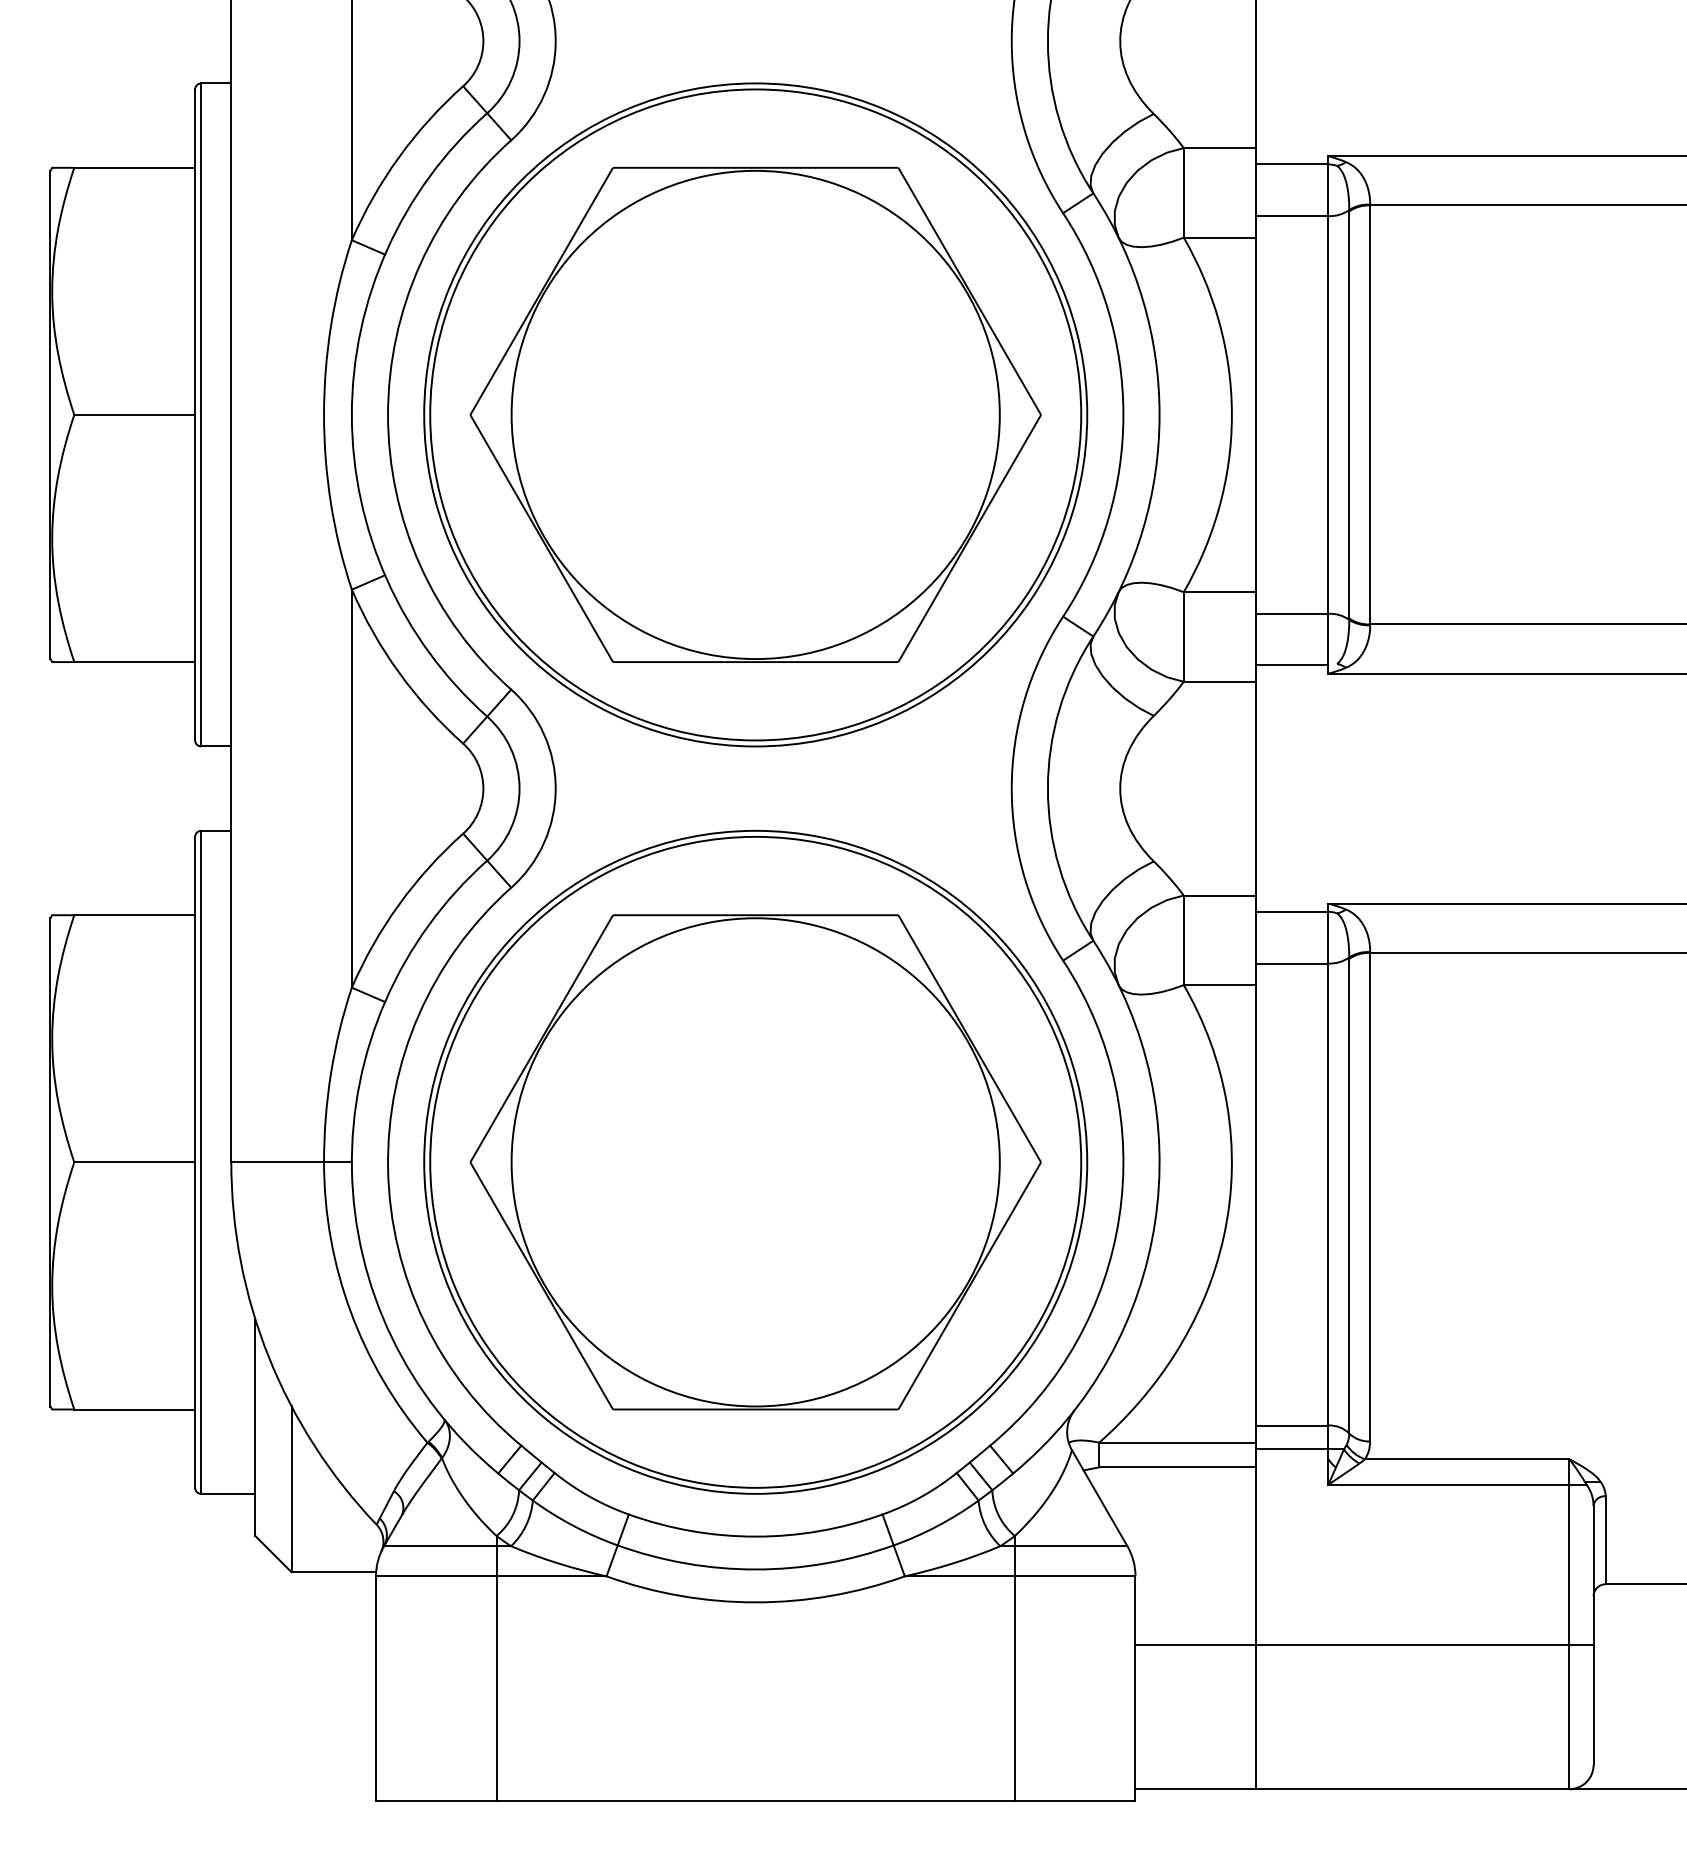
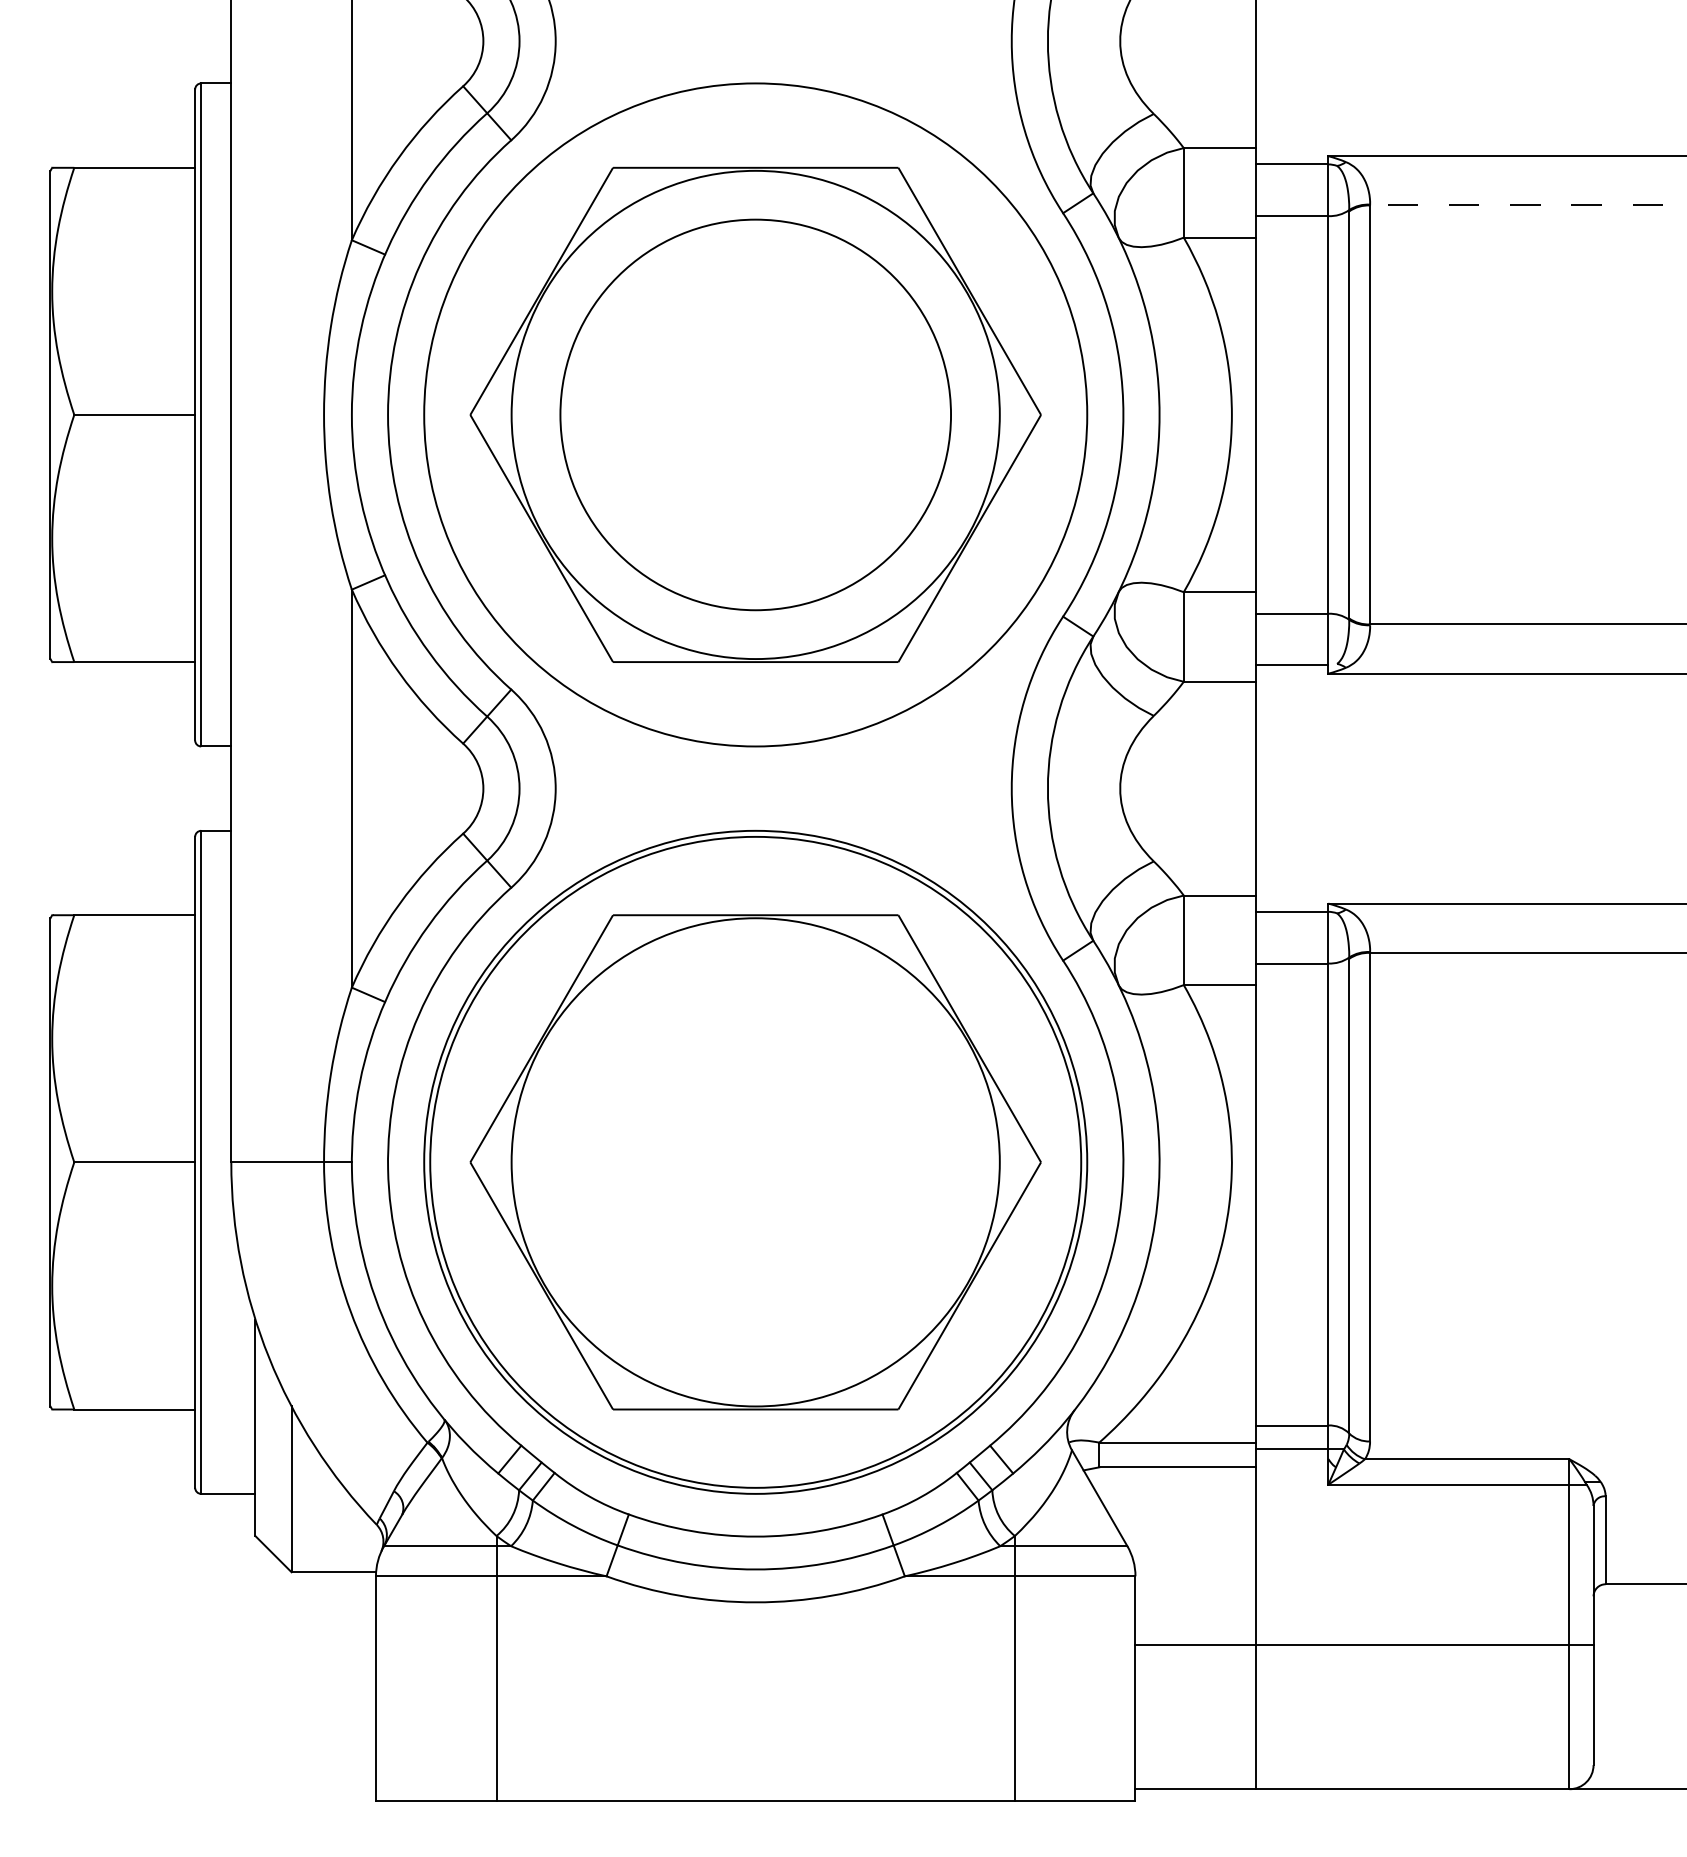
line at (1527, 205): solid -> dashed
circle at (755, 414) diameter: 651 px -> 391 px
